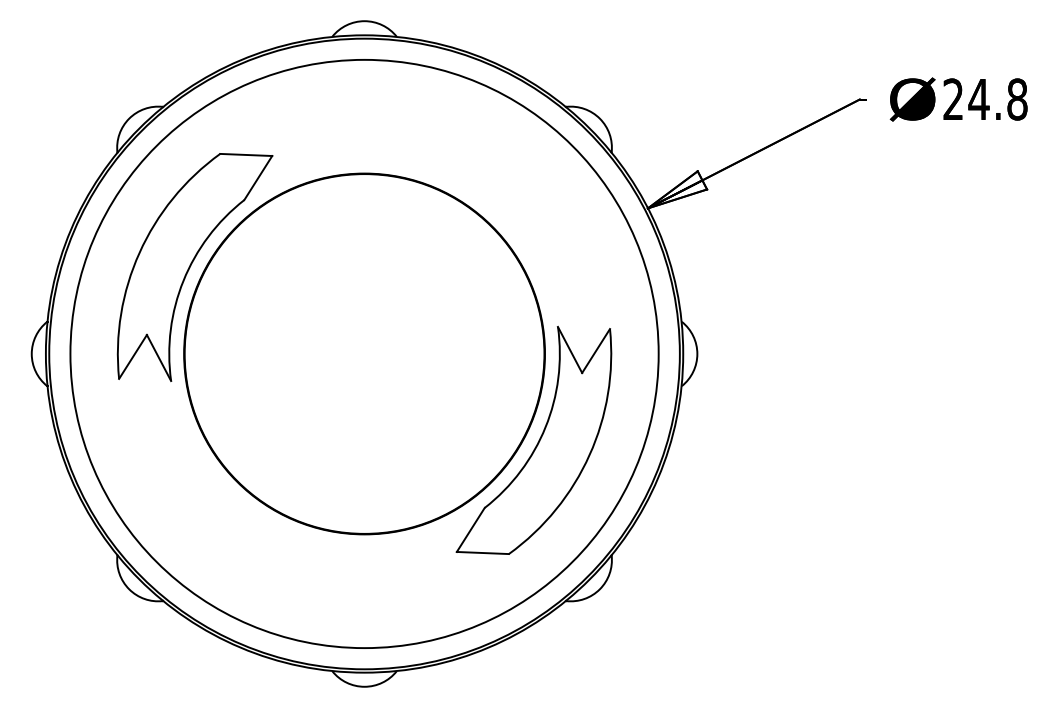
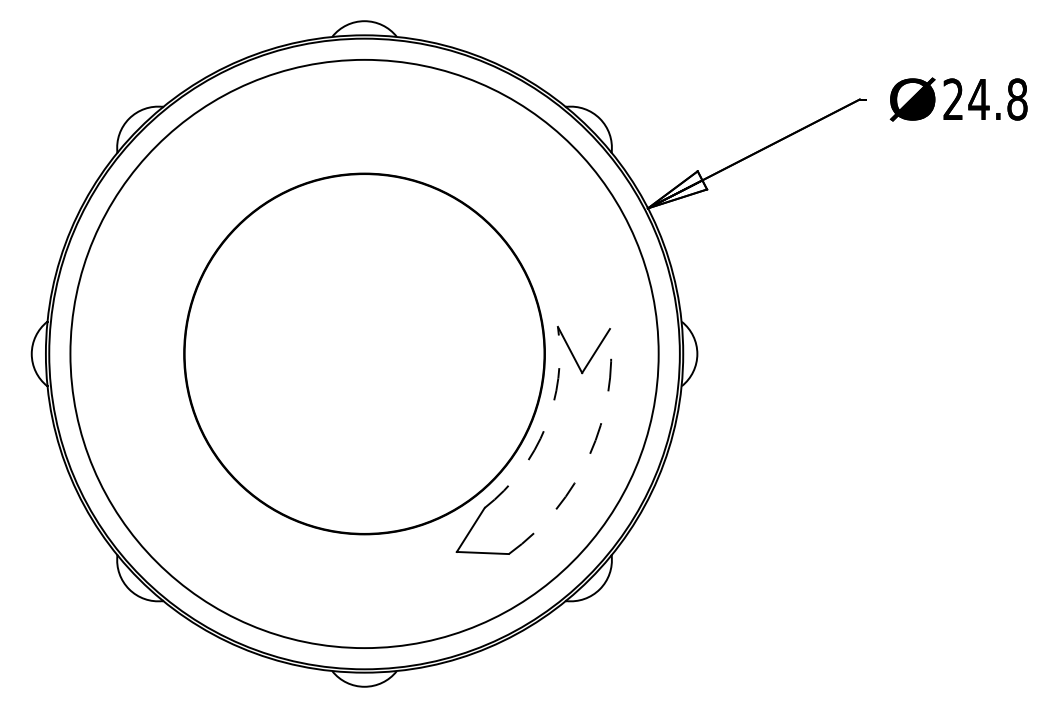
part at (194, 267): present -> none
arc at (545, 427): solid -> dashed
arc at (589, 455): solid -> dashed
